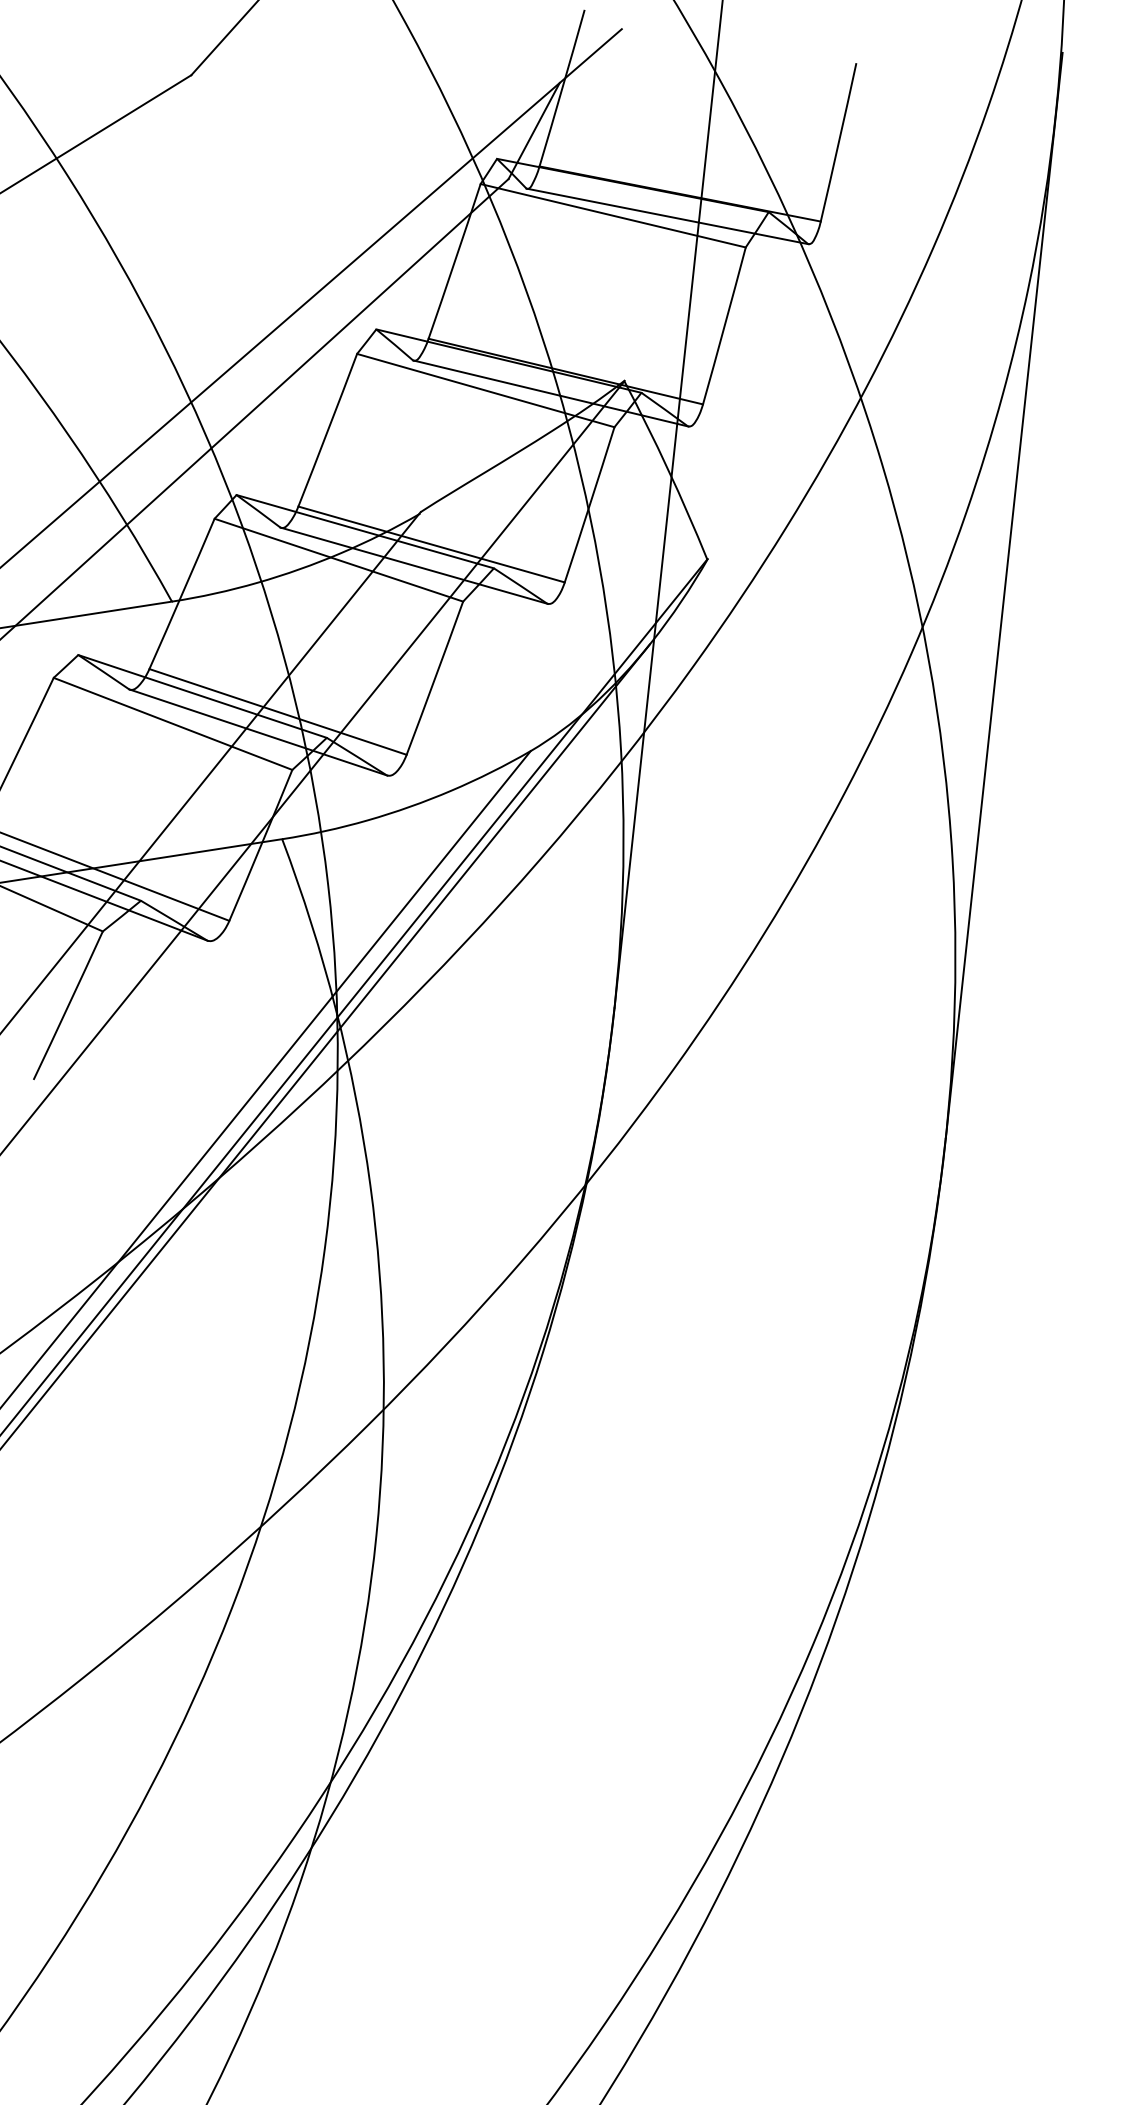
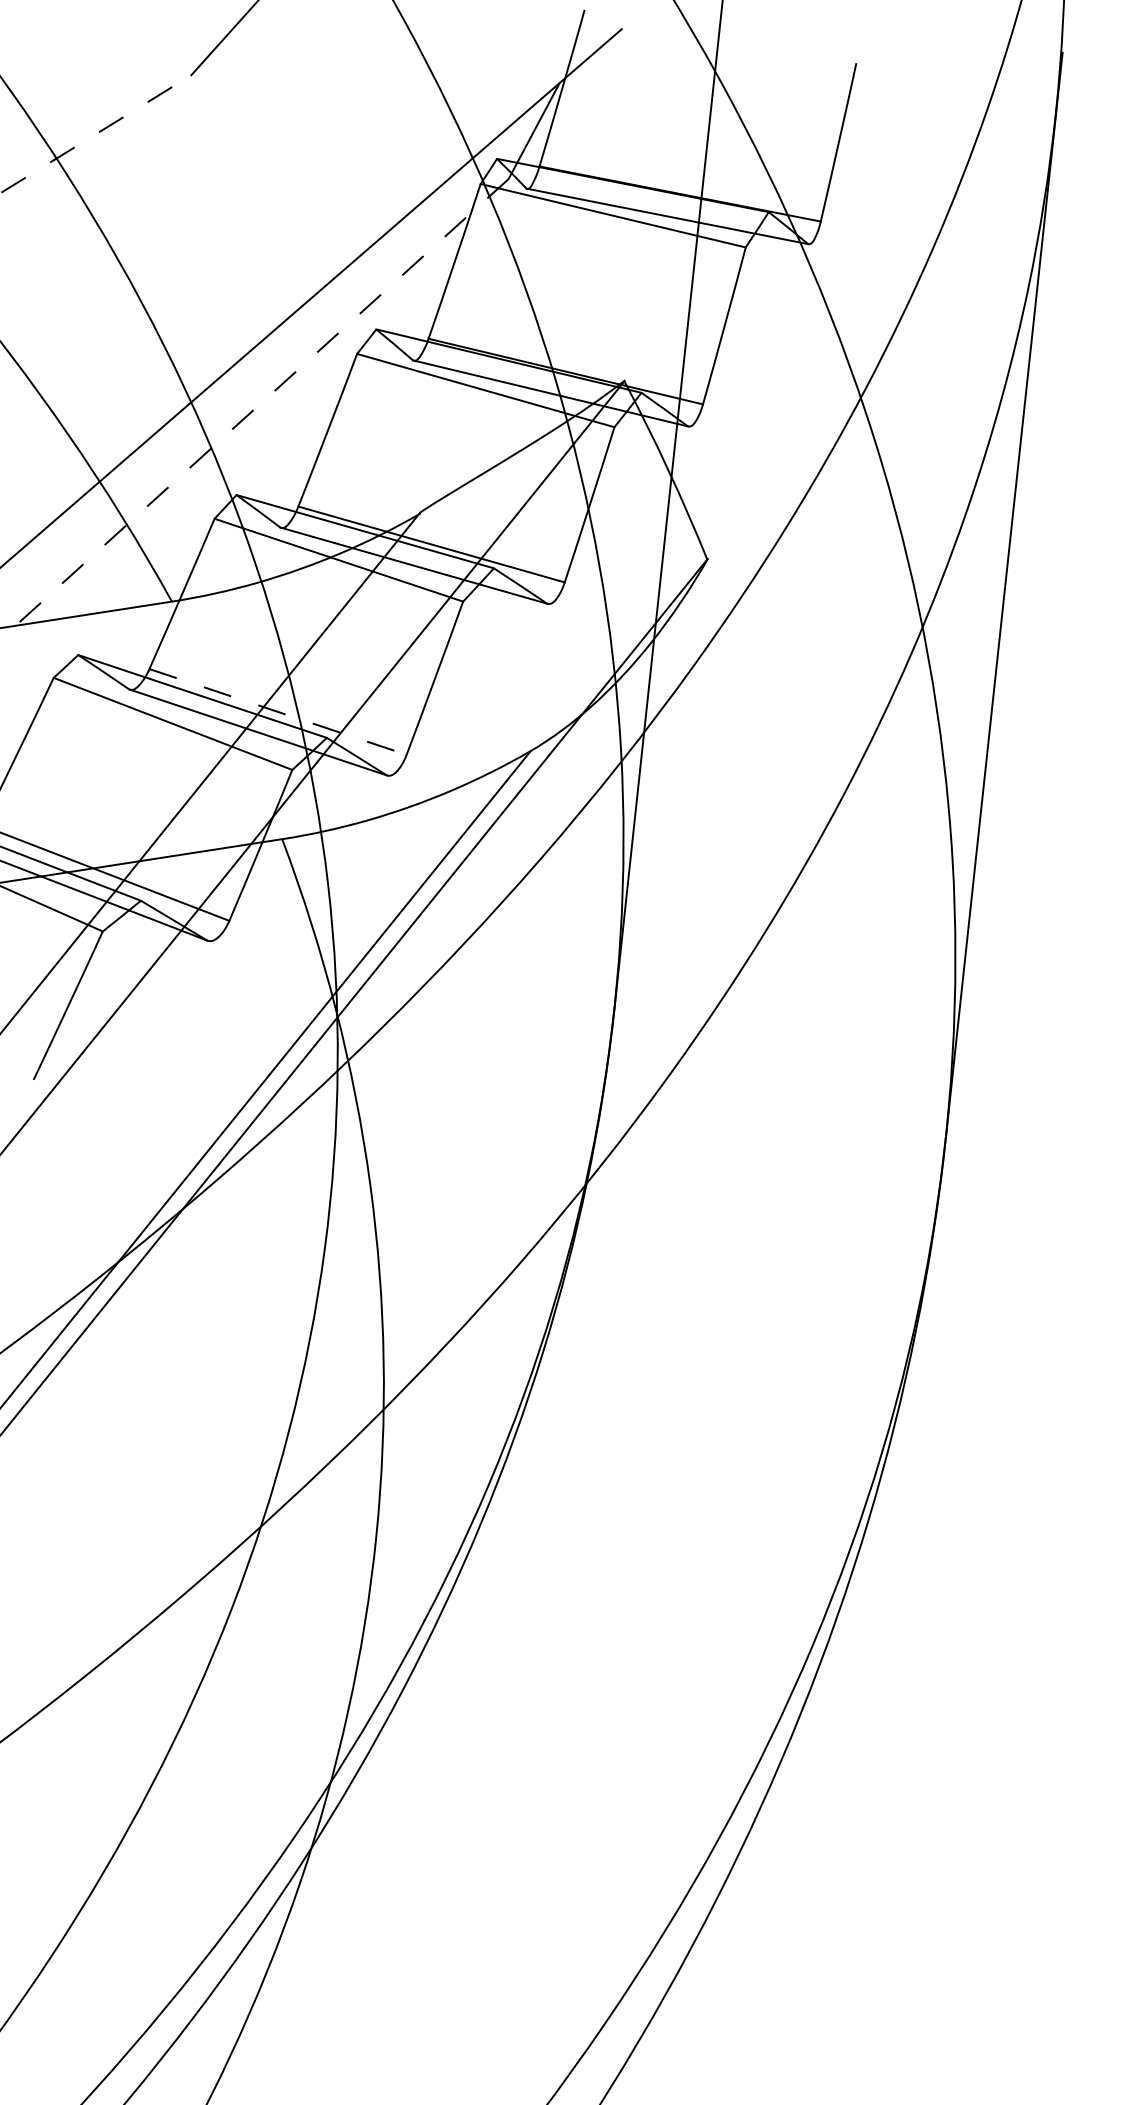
line at (96, 134): solid -> dashed
line at (254, 409): solid -> dashed
line at (278, 711): solid -> dashed
line at (325, 1045): present -> none
